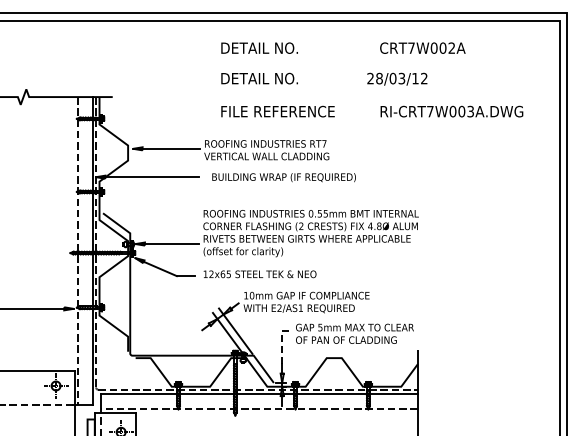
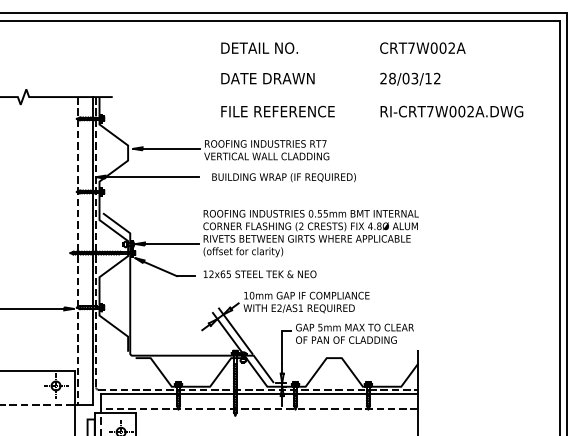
text at (272, 78): DETAIL NO. -> DATE DRAWN
text at (397, 78) position: (397, 78) -> (410, 78)
text at (470, 111): RI-CRT7W003A.DWG -> RI-CRT7W002A.DWG
line at (282, 341): dashed -> solid
